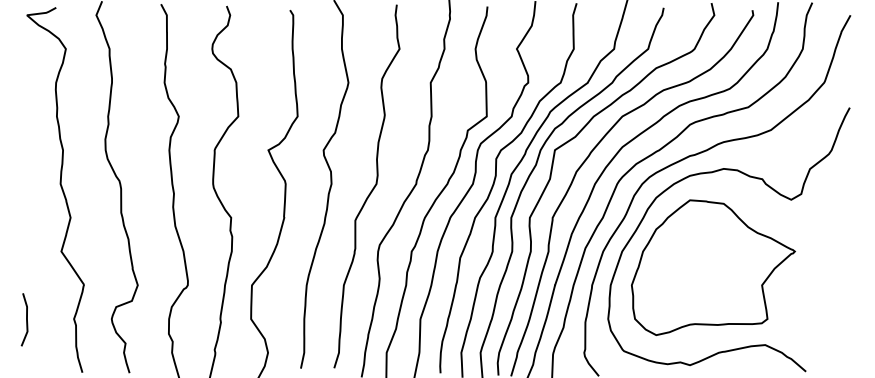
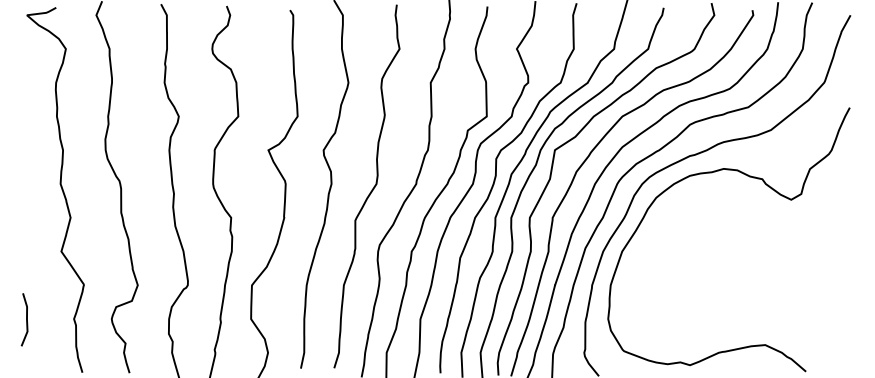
part at (713, 267): present -> none
